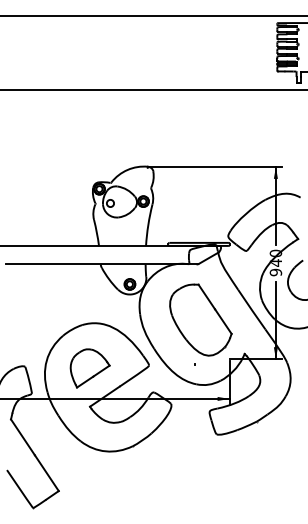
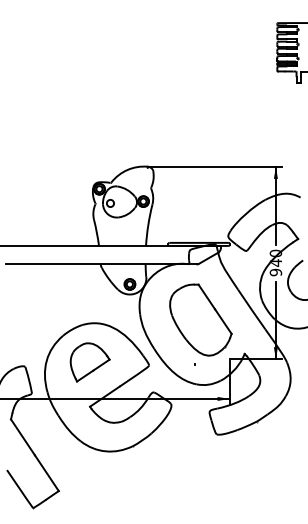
line at (153, 15): present -> none
line at (153, 90): present -> none
part at (89, 368) position: (89, 368) -> (89, 362)
